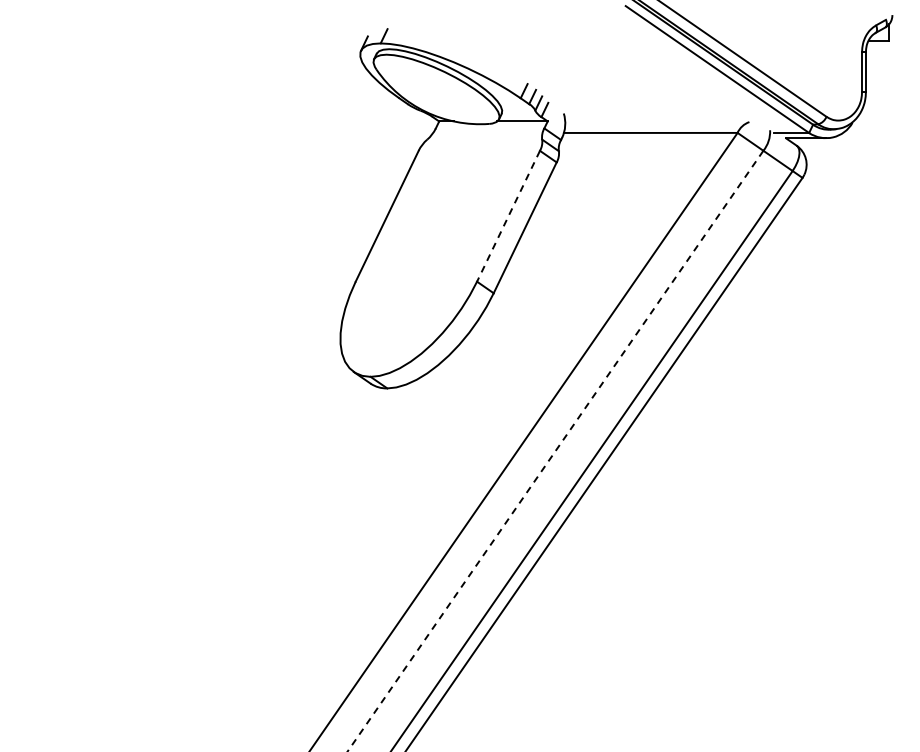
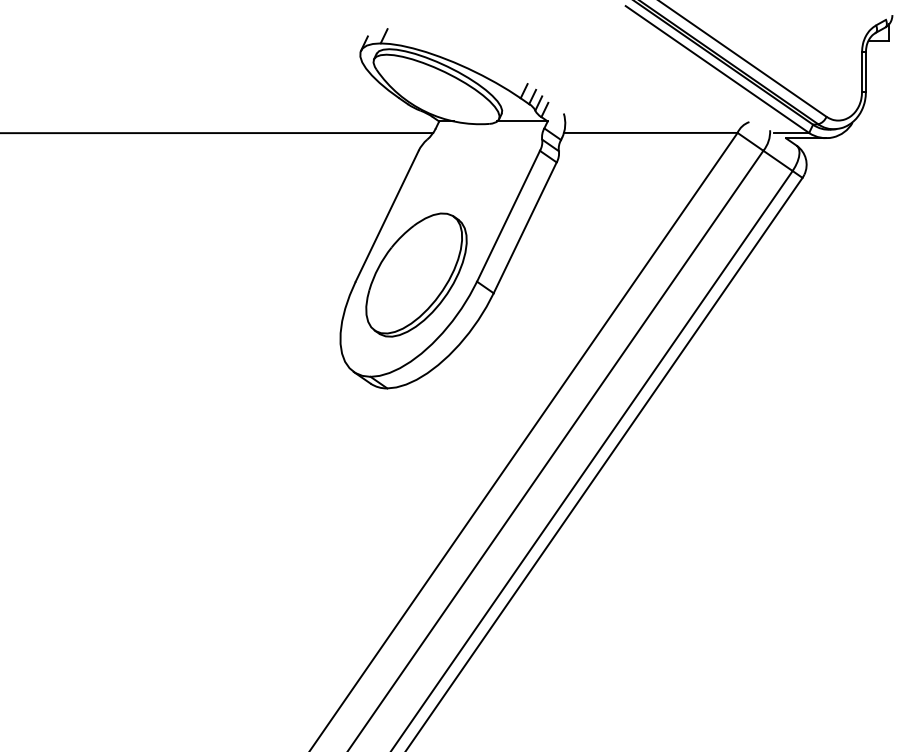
line at (217, 133): none -> present
line at (508, 216): dashed -> solid
part at (416, 274): none -> present
line at (555, 451): dashed -> solid
